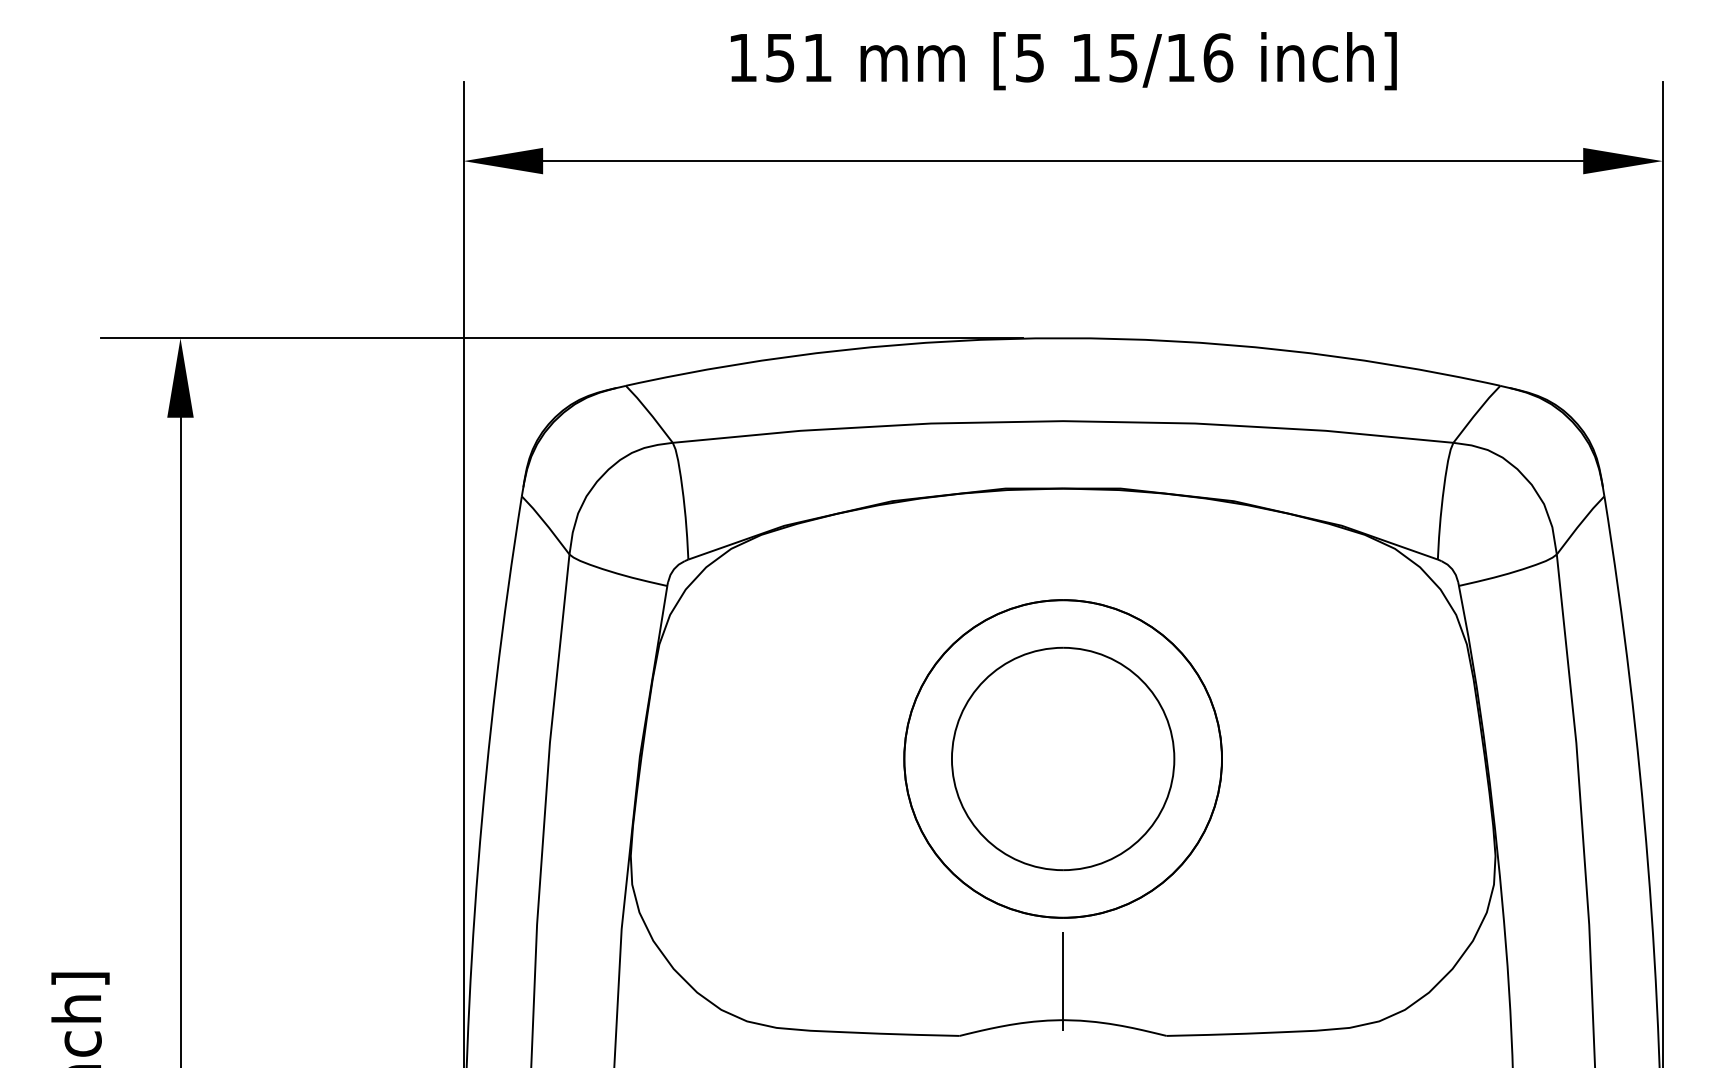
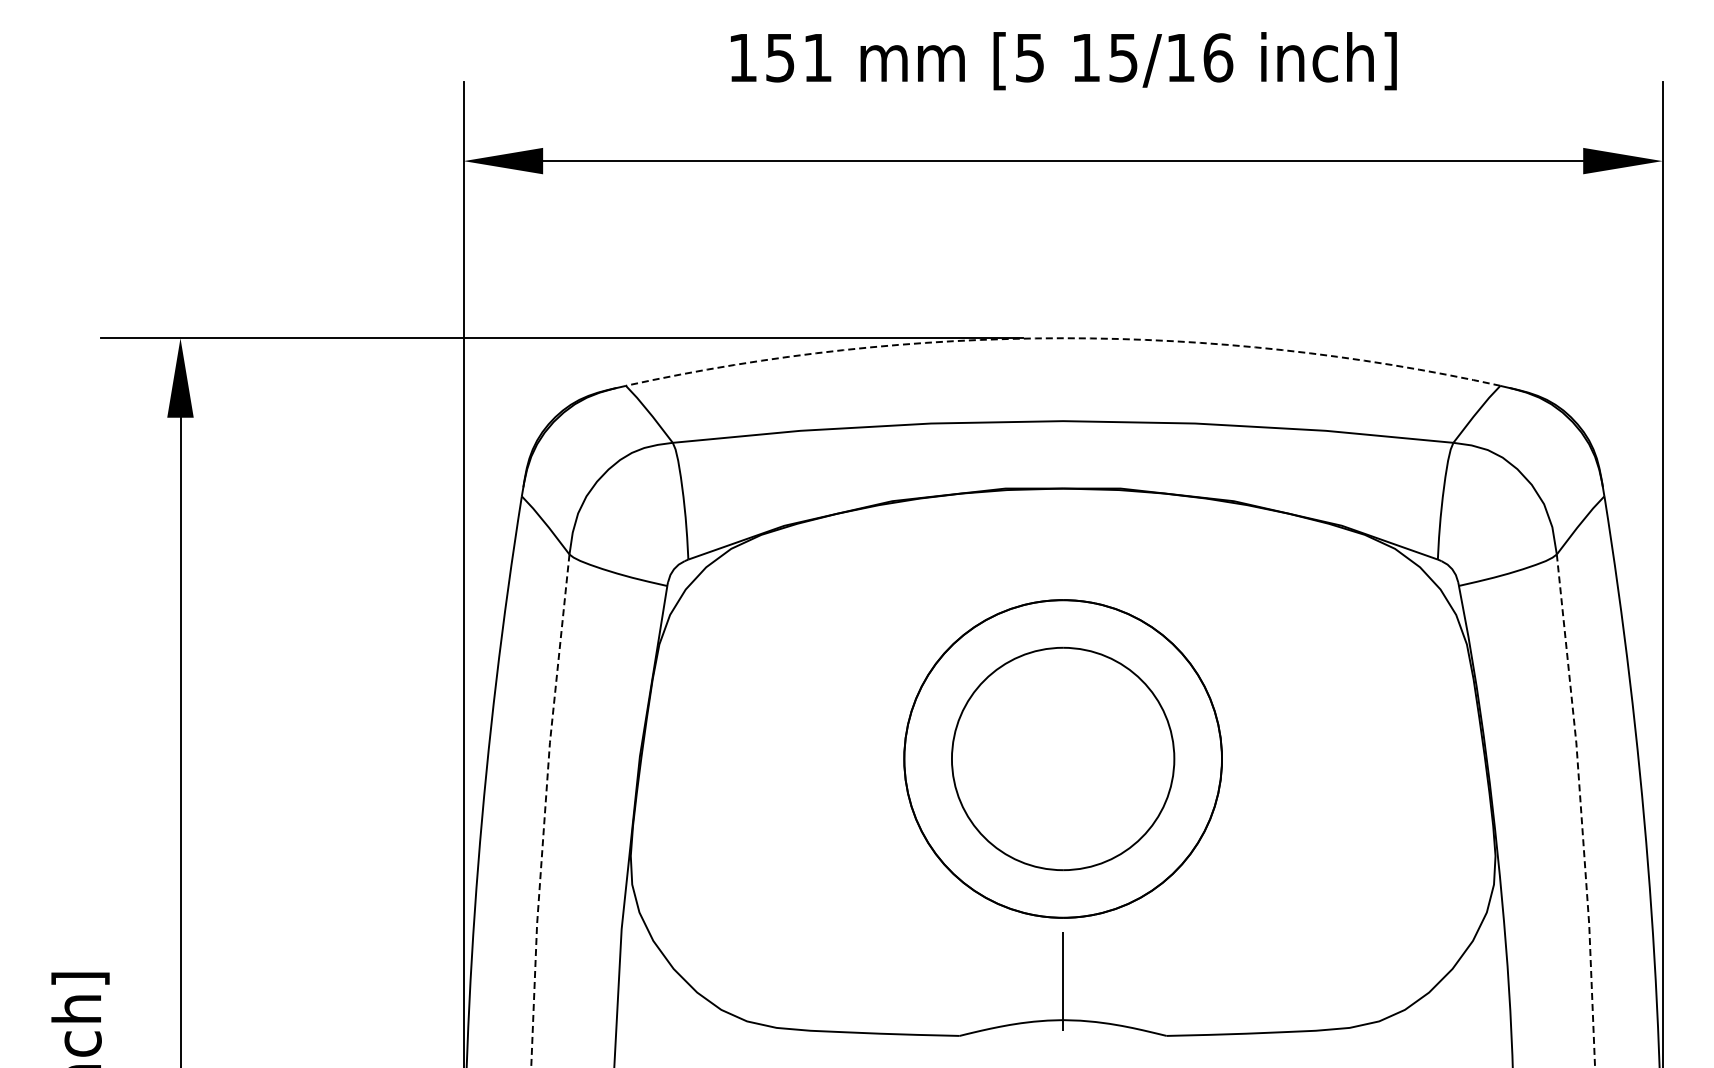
arc at (1063, 338): solid -> dashed
line at (1581, 810): solid -> dashed
line at (545, 811): solid -> dashed
